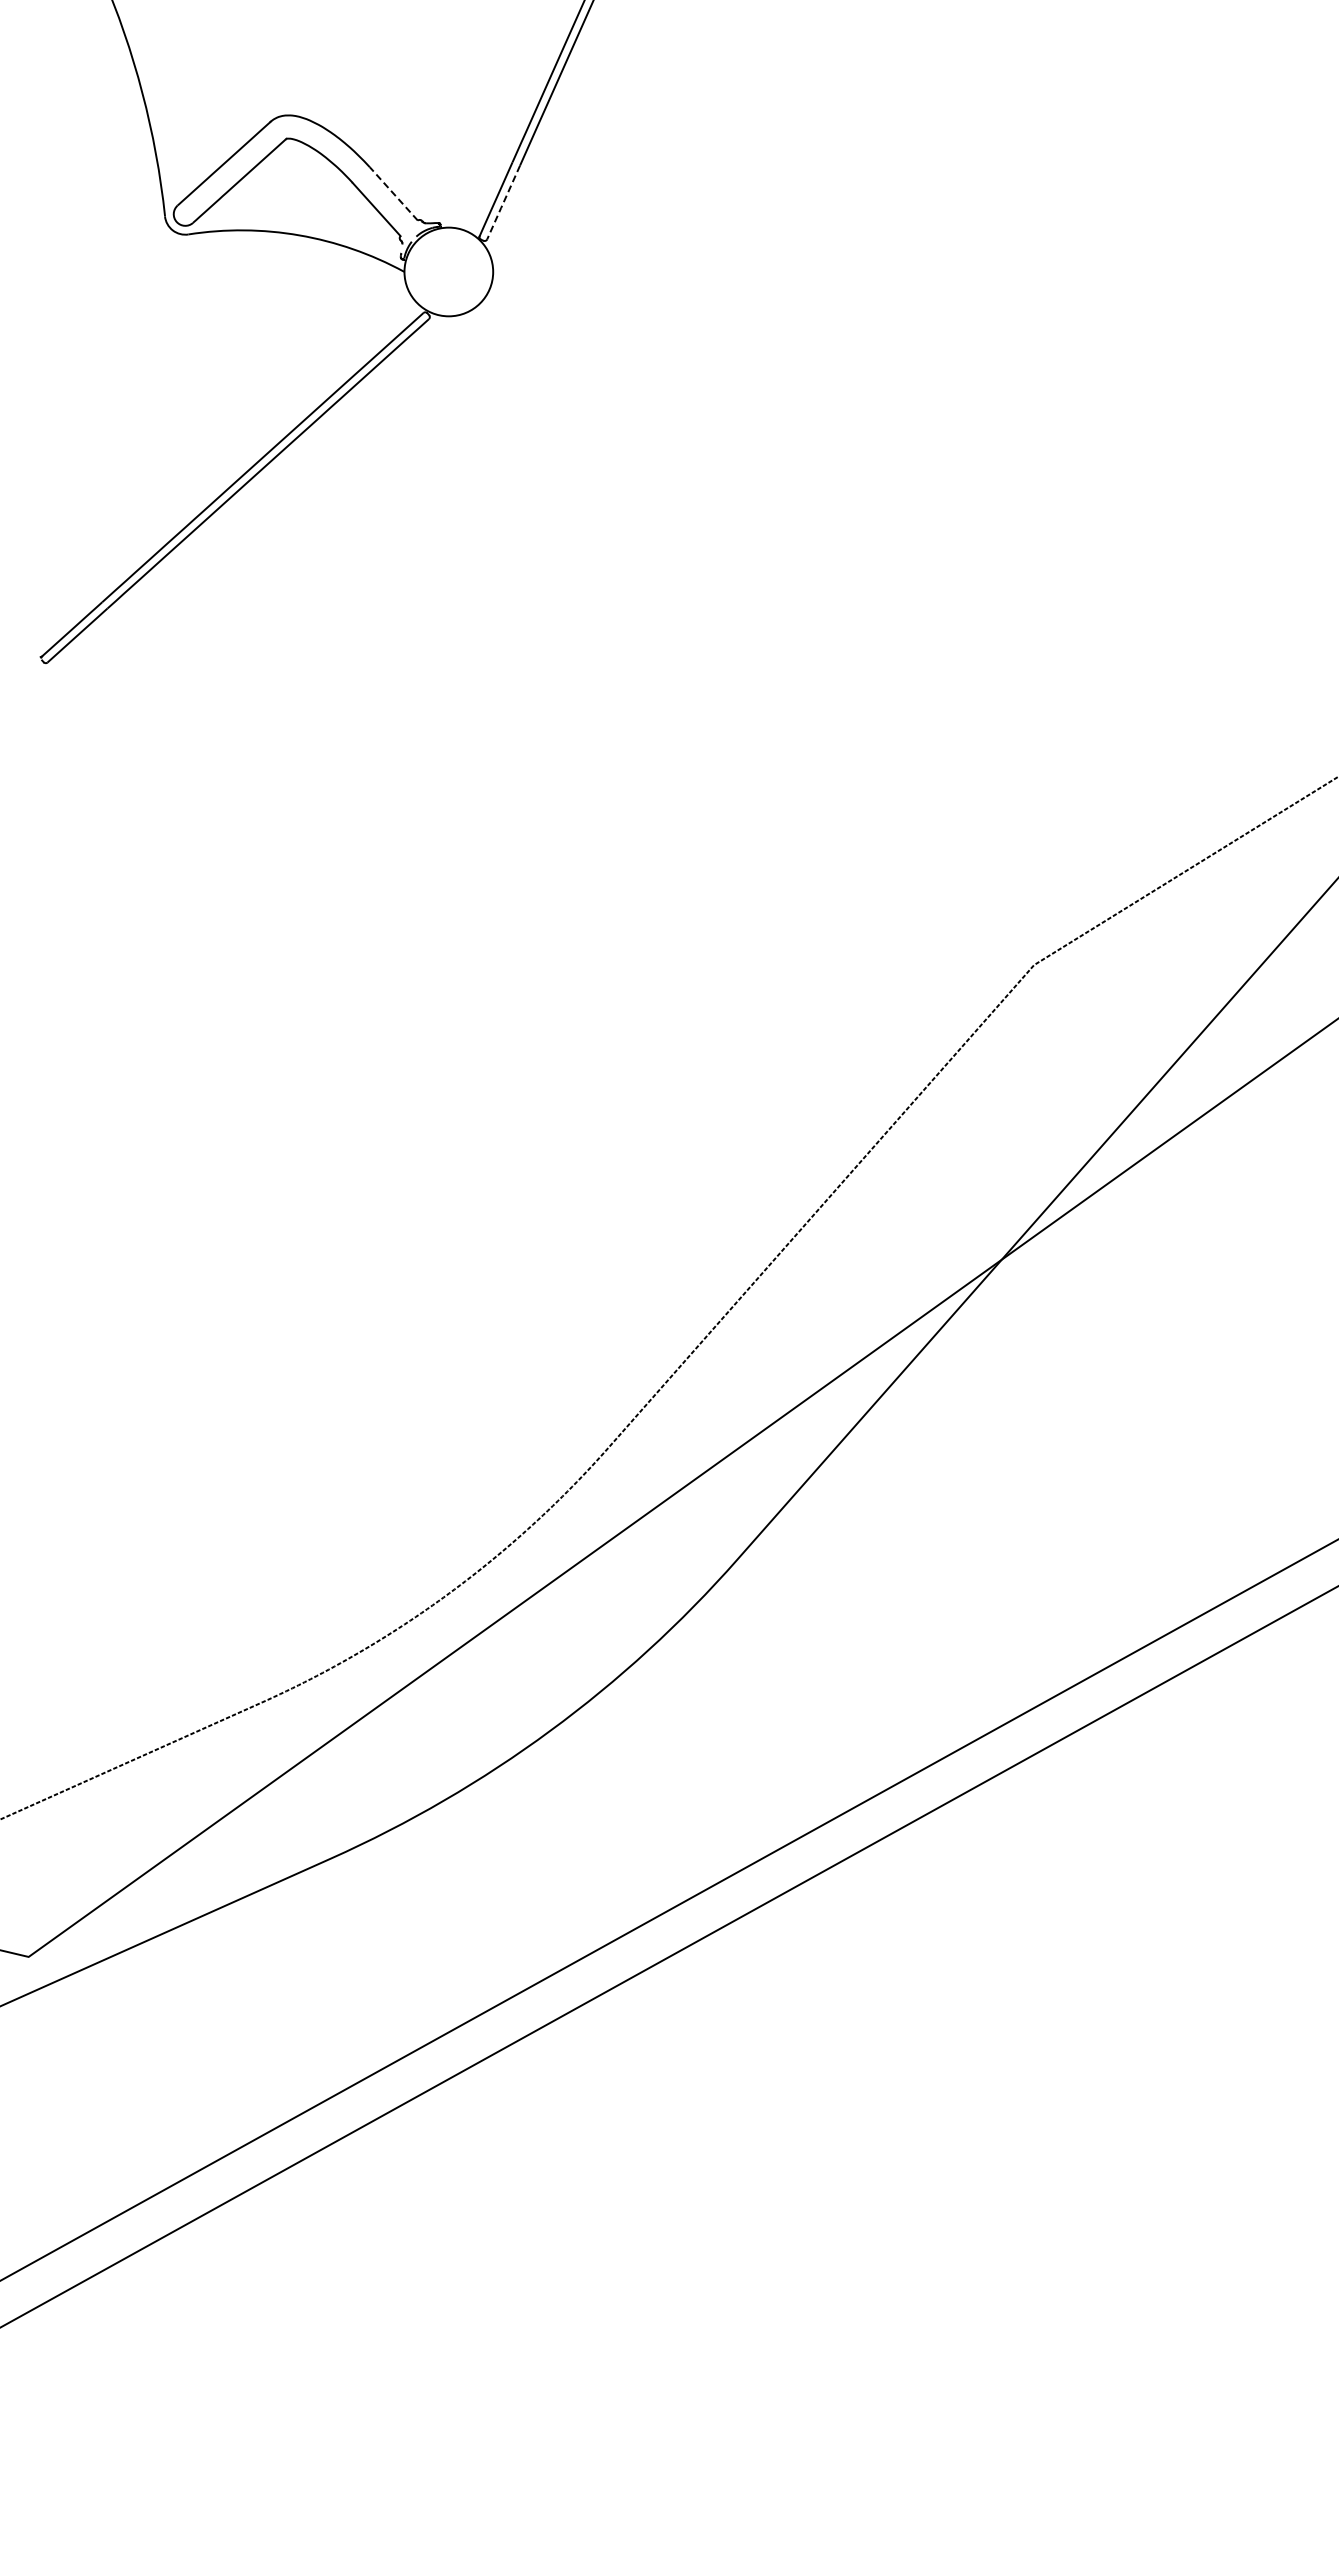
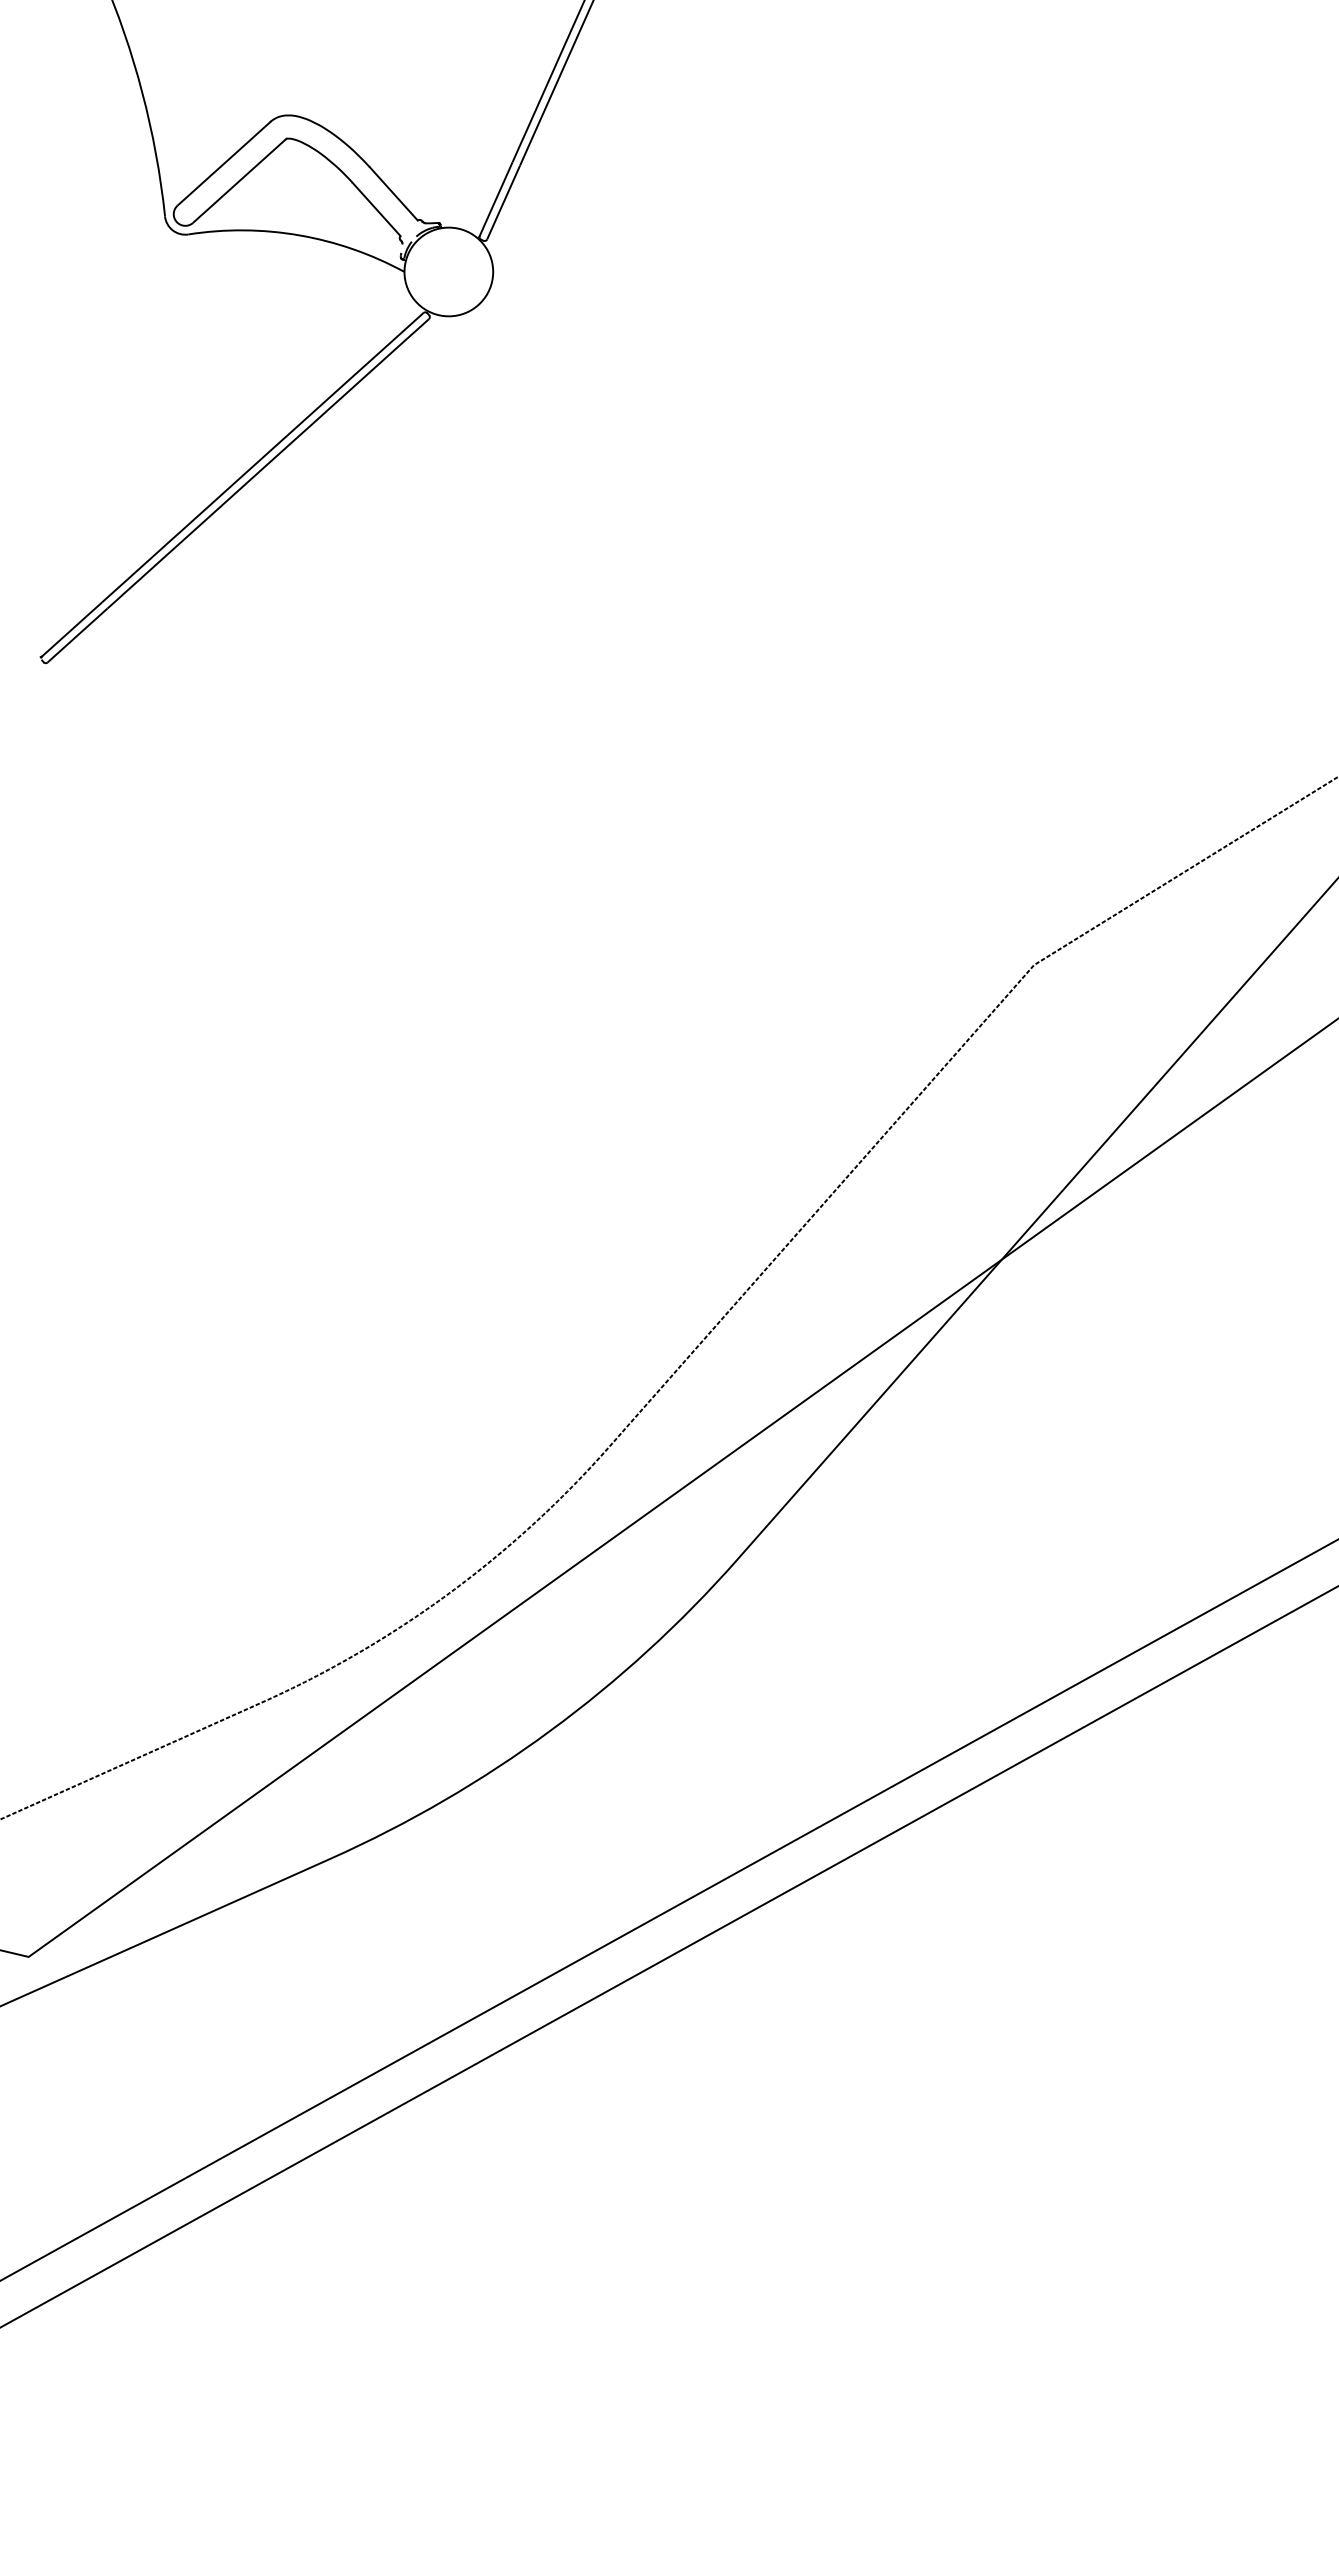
line at (393, 193): dashed -> solid
line at (503, 203): dashed -> solid
